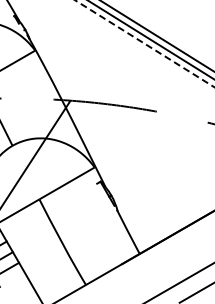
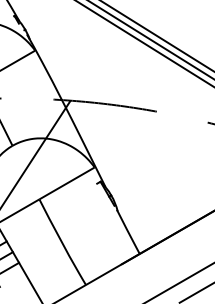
line at (145, 44): dashed -> solid
